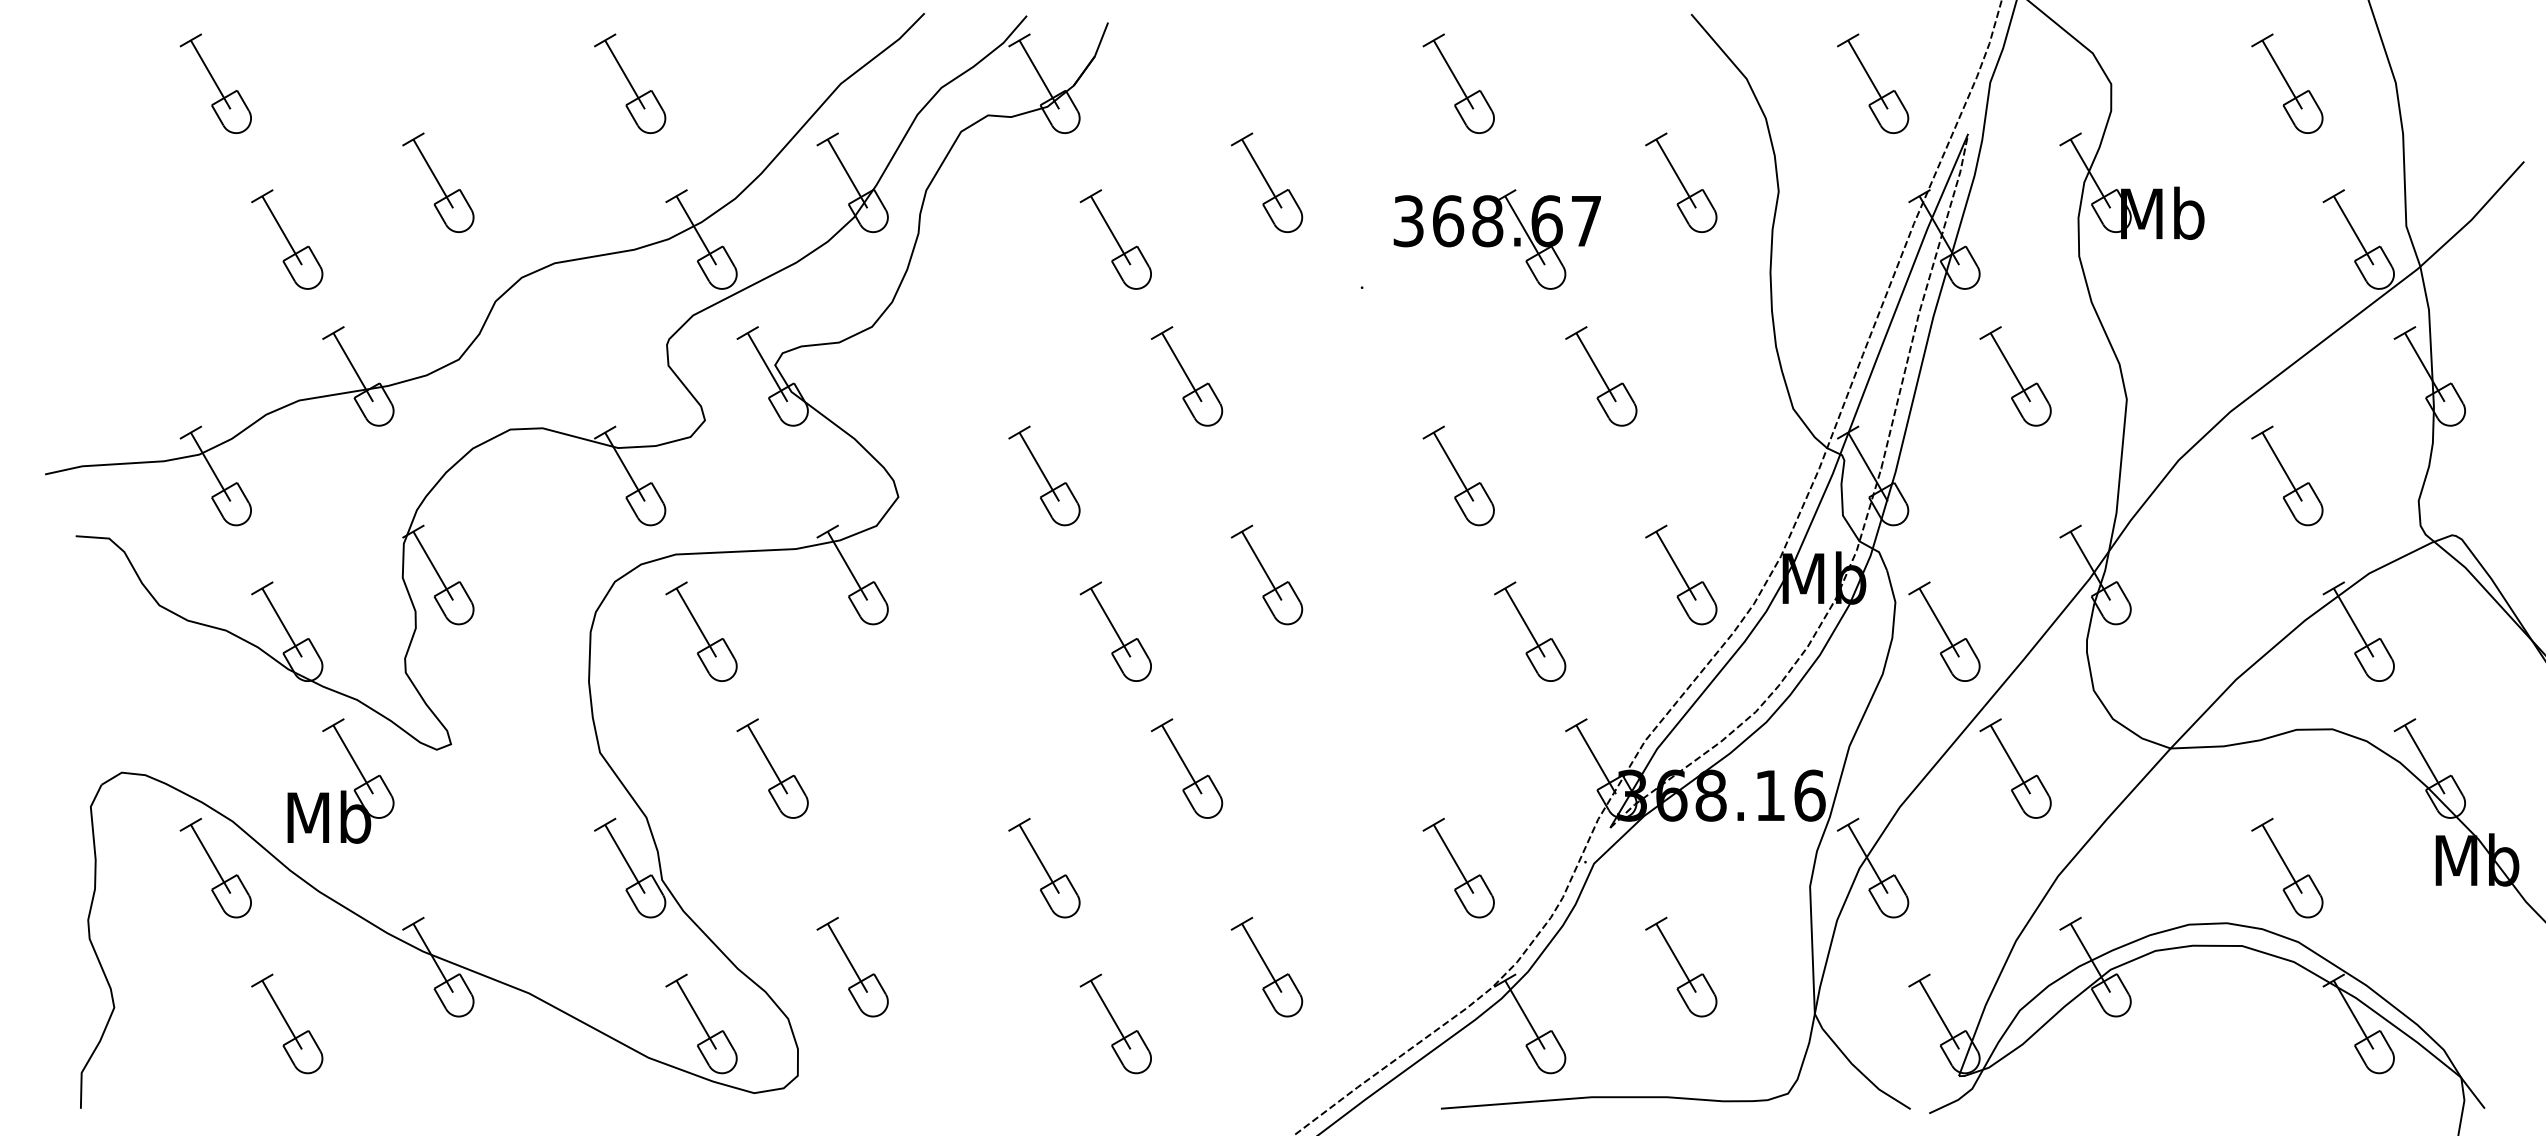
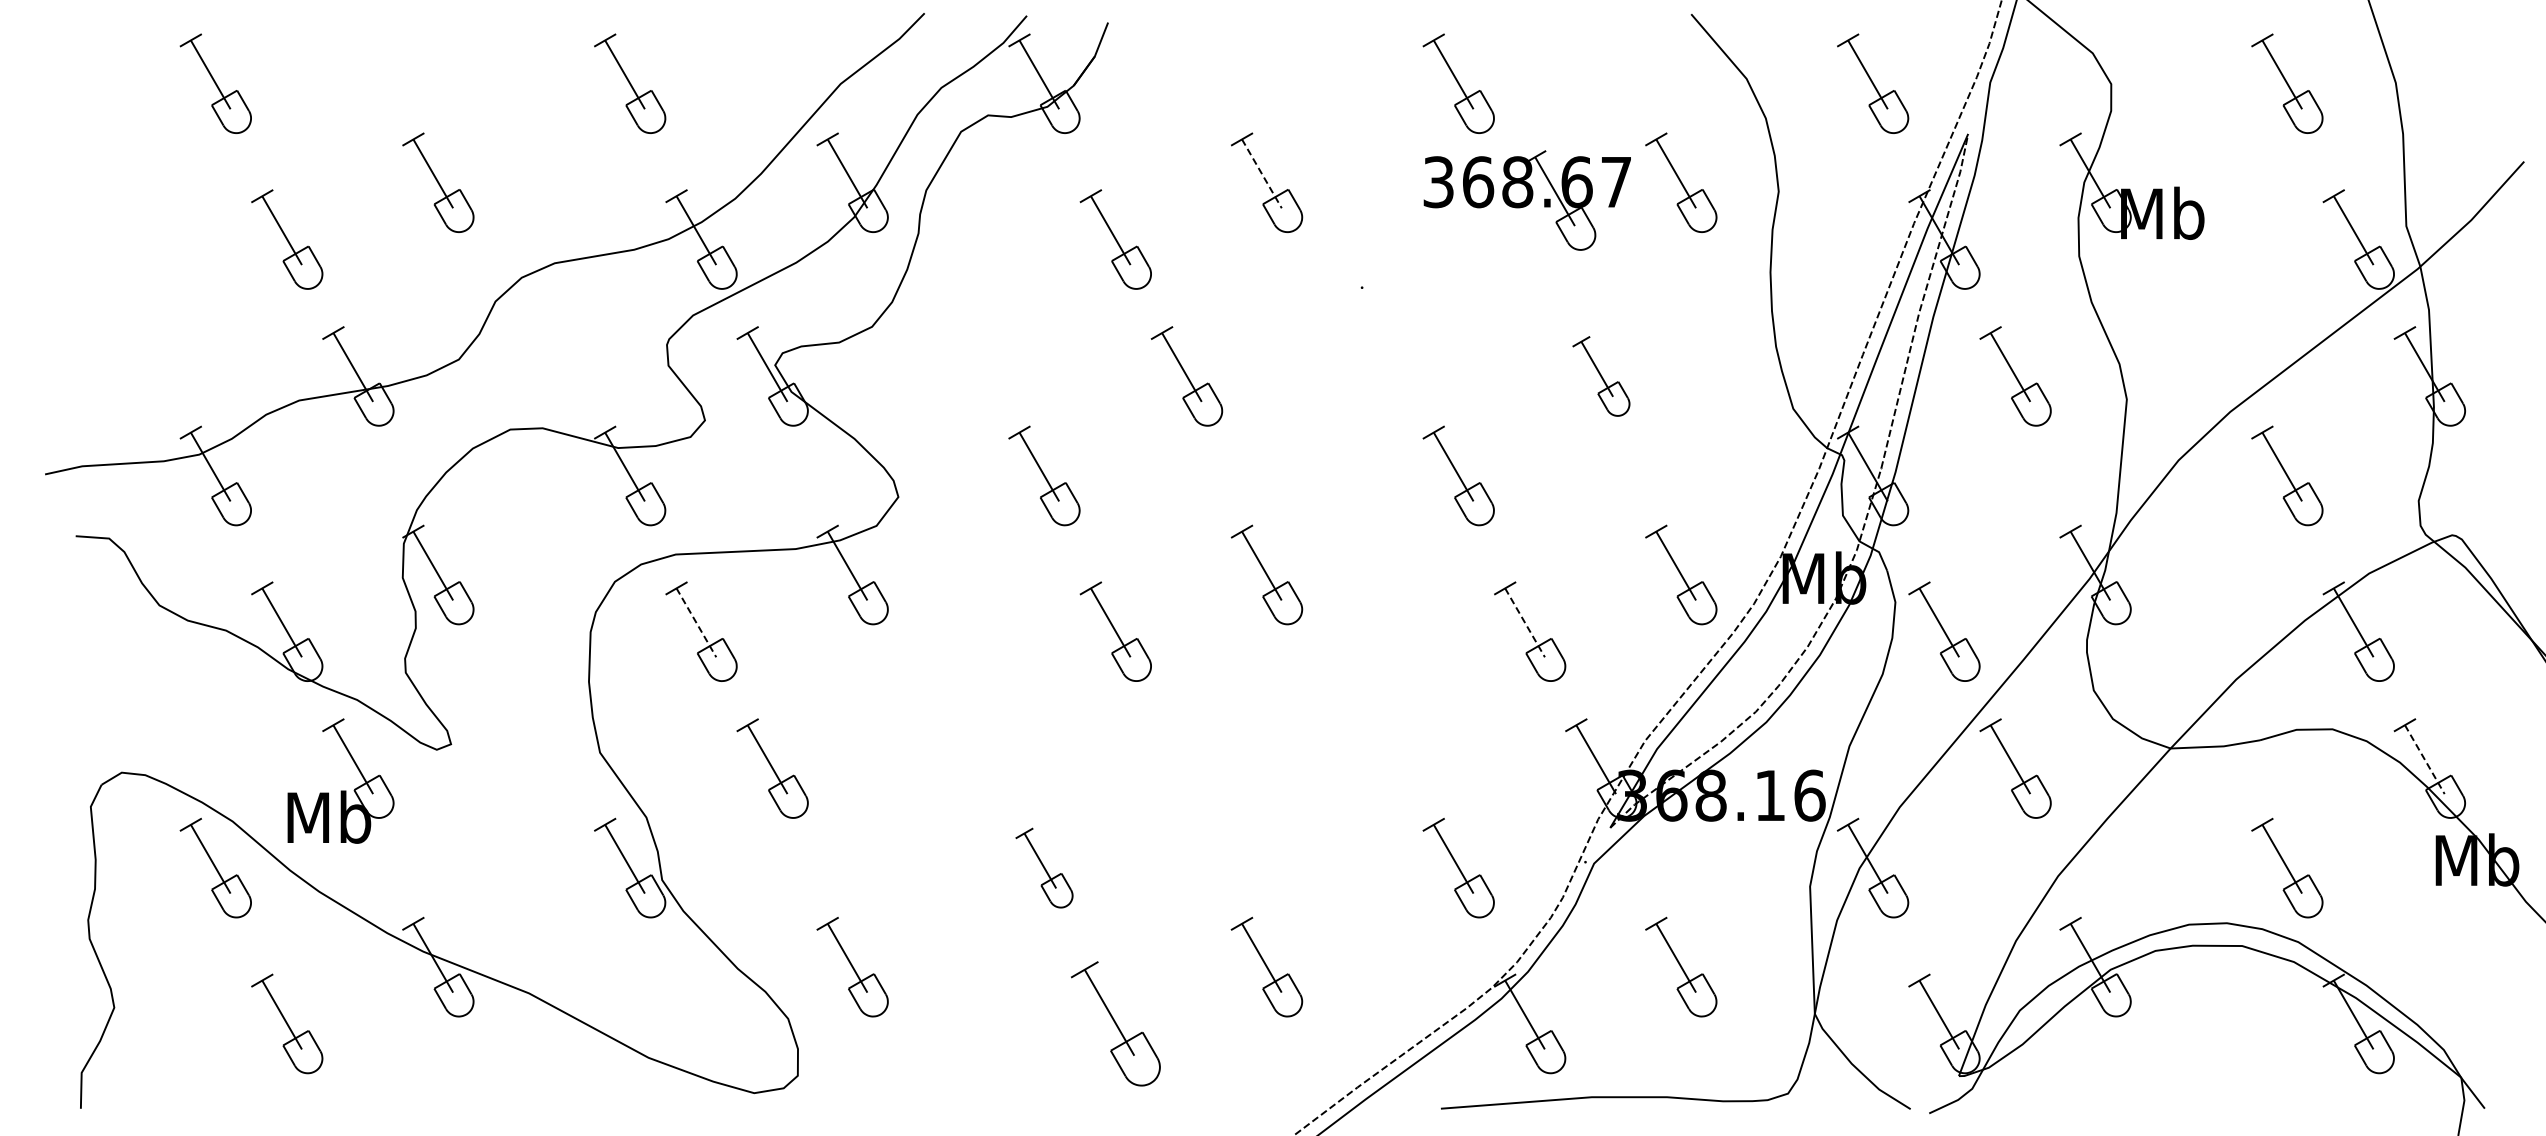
line at (1261, 173): solid -> dashed
part at (1496, 239) position: (1496, 239) -> (1526, 200)
part at (1601, 376) size: 73x101 px -> 59x81 px
line at (696, 622): solid -> dashed
line at (1525, 622): solid -> dashed
line at (2424, 759): solid -> dashed
part at (1186, 768): present -> none
part at (1044, 867) size: 73x102 px -> 59x82 px
part at (701, 1023): present -> none
part at (1115, 1023) size: 73x102 px -> 90x126 px
